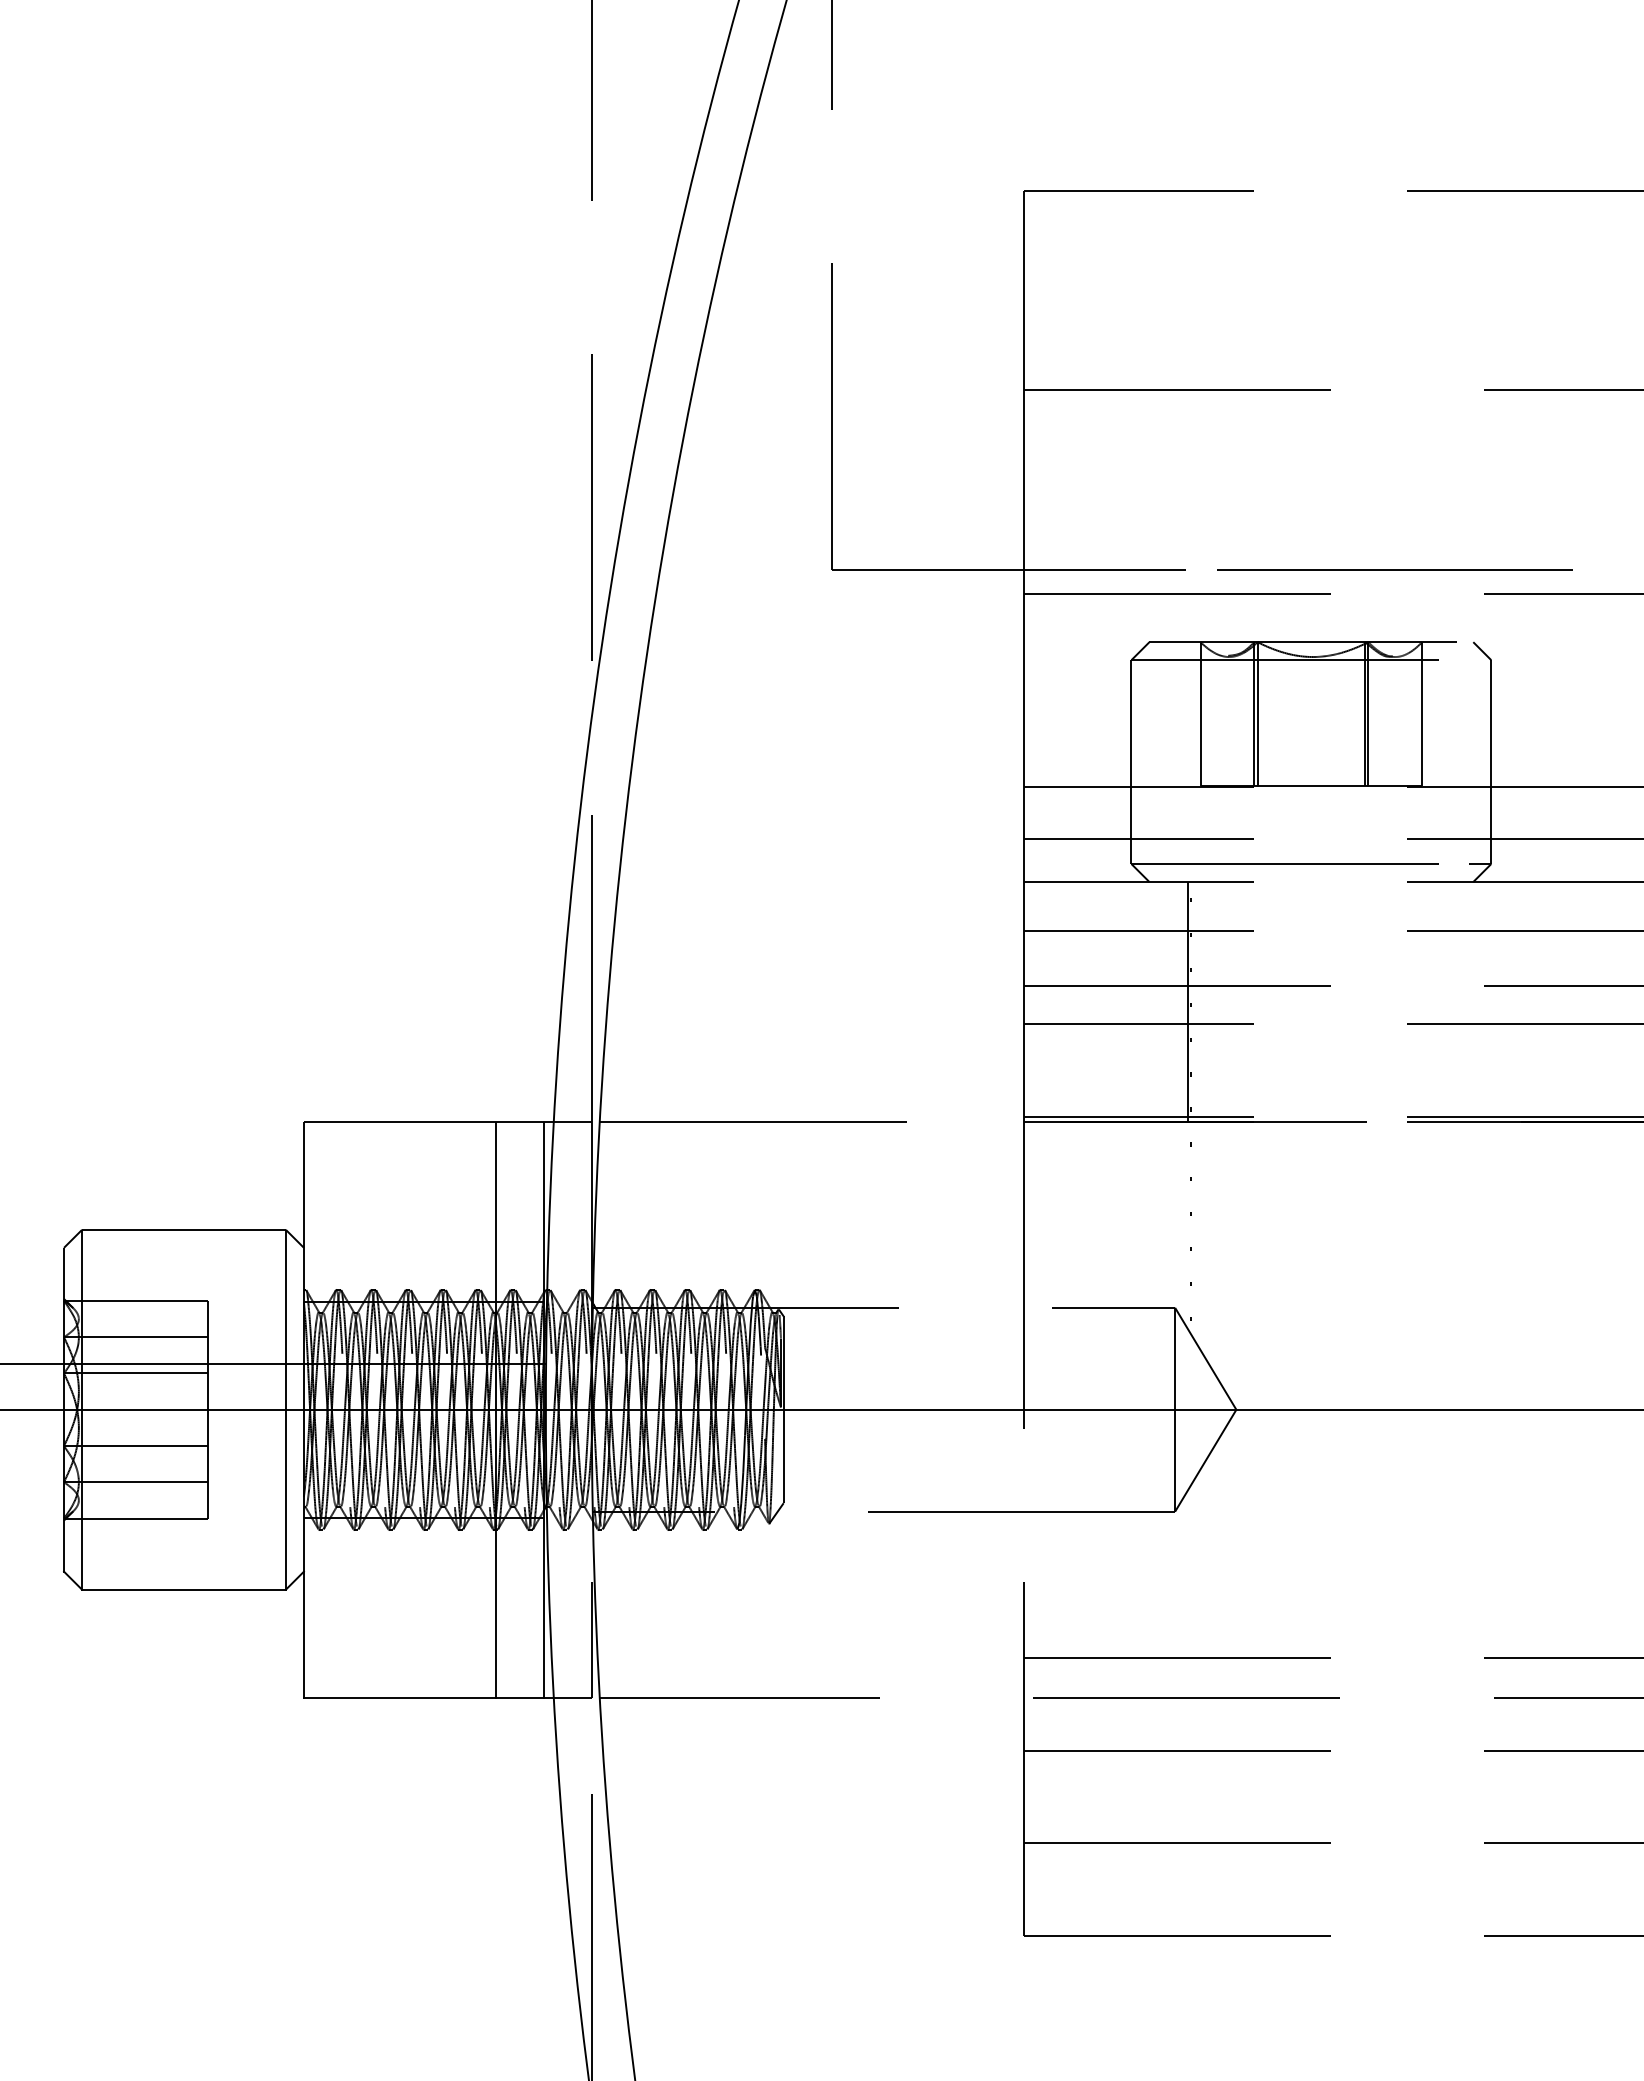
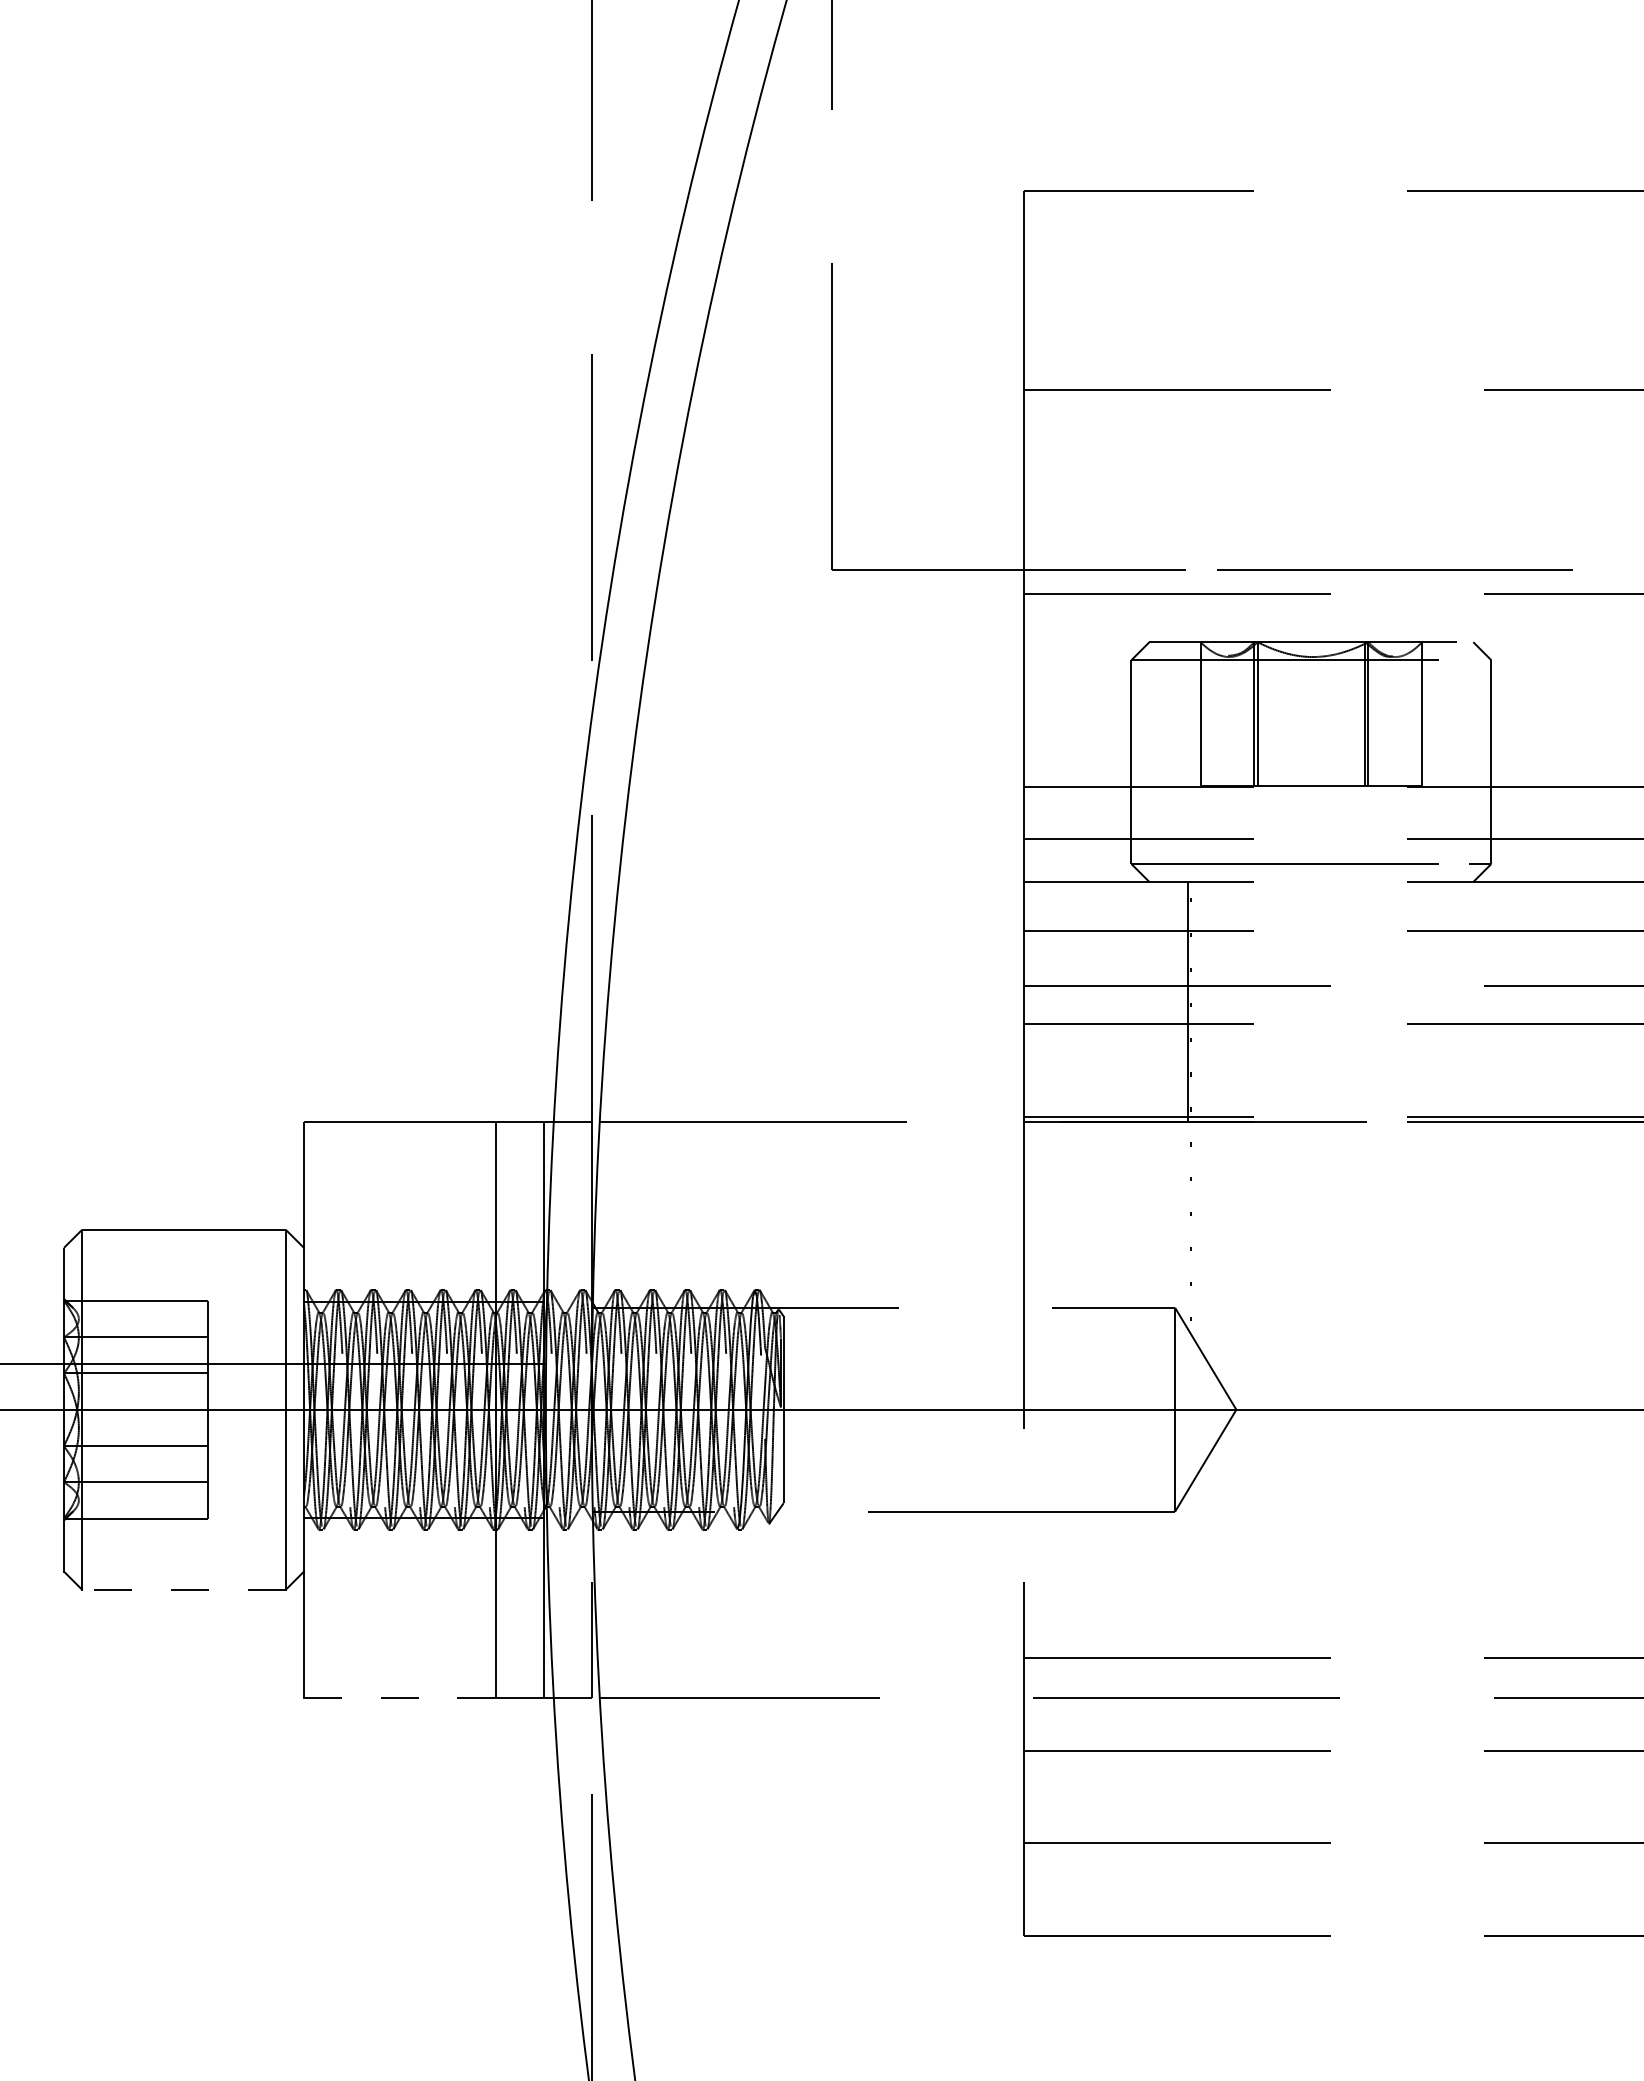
line at (183, 1589): solid -> dashed
line at (399, 1697): solid -> dashed
